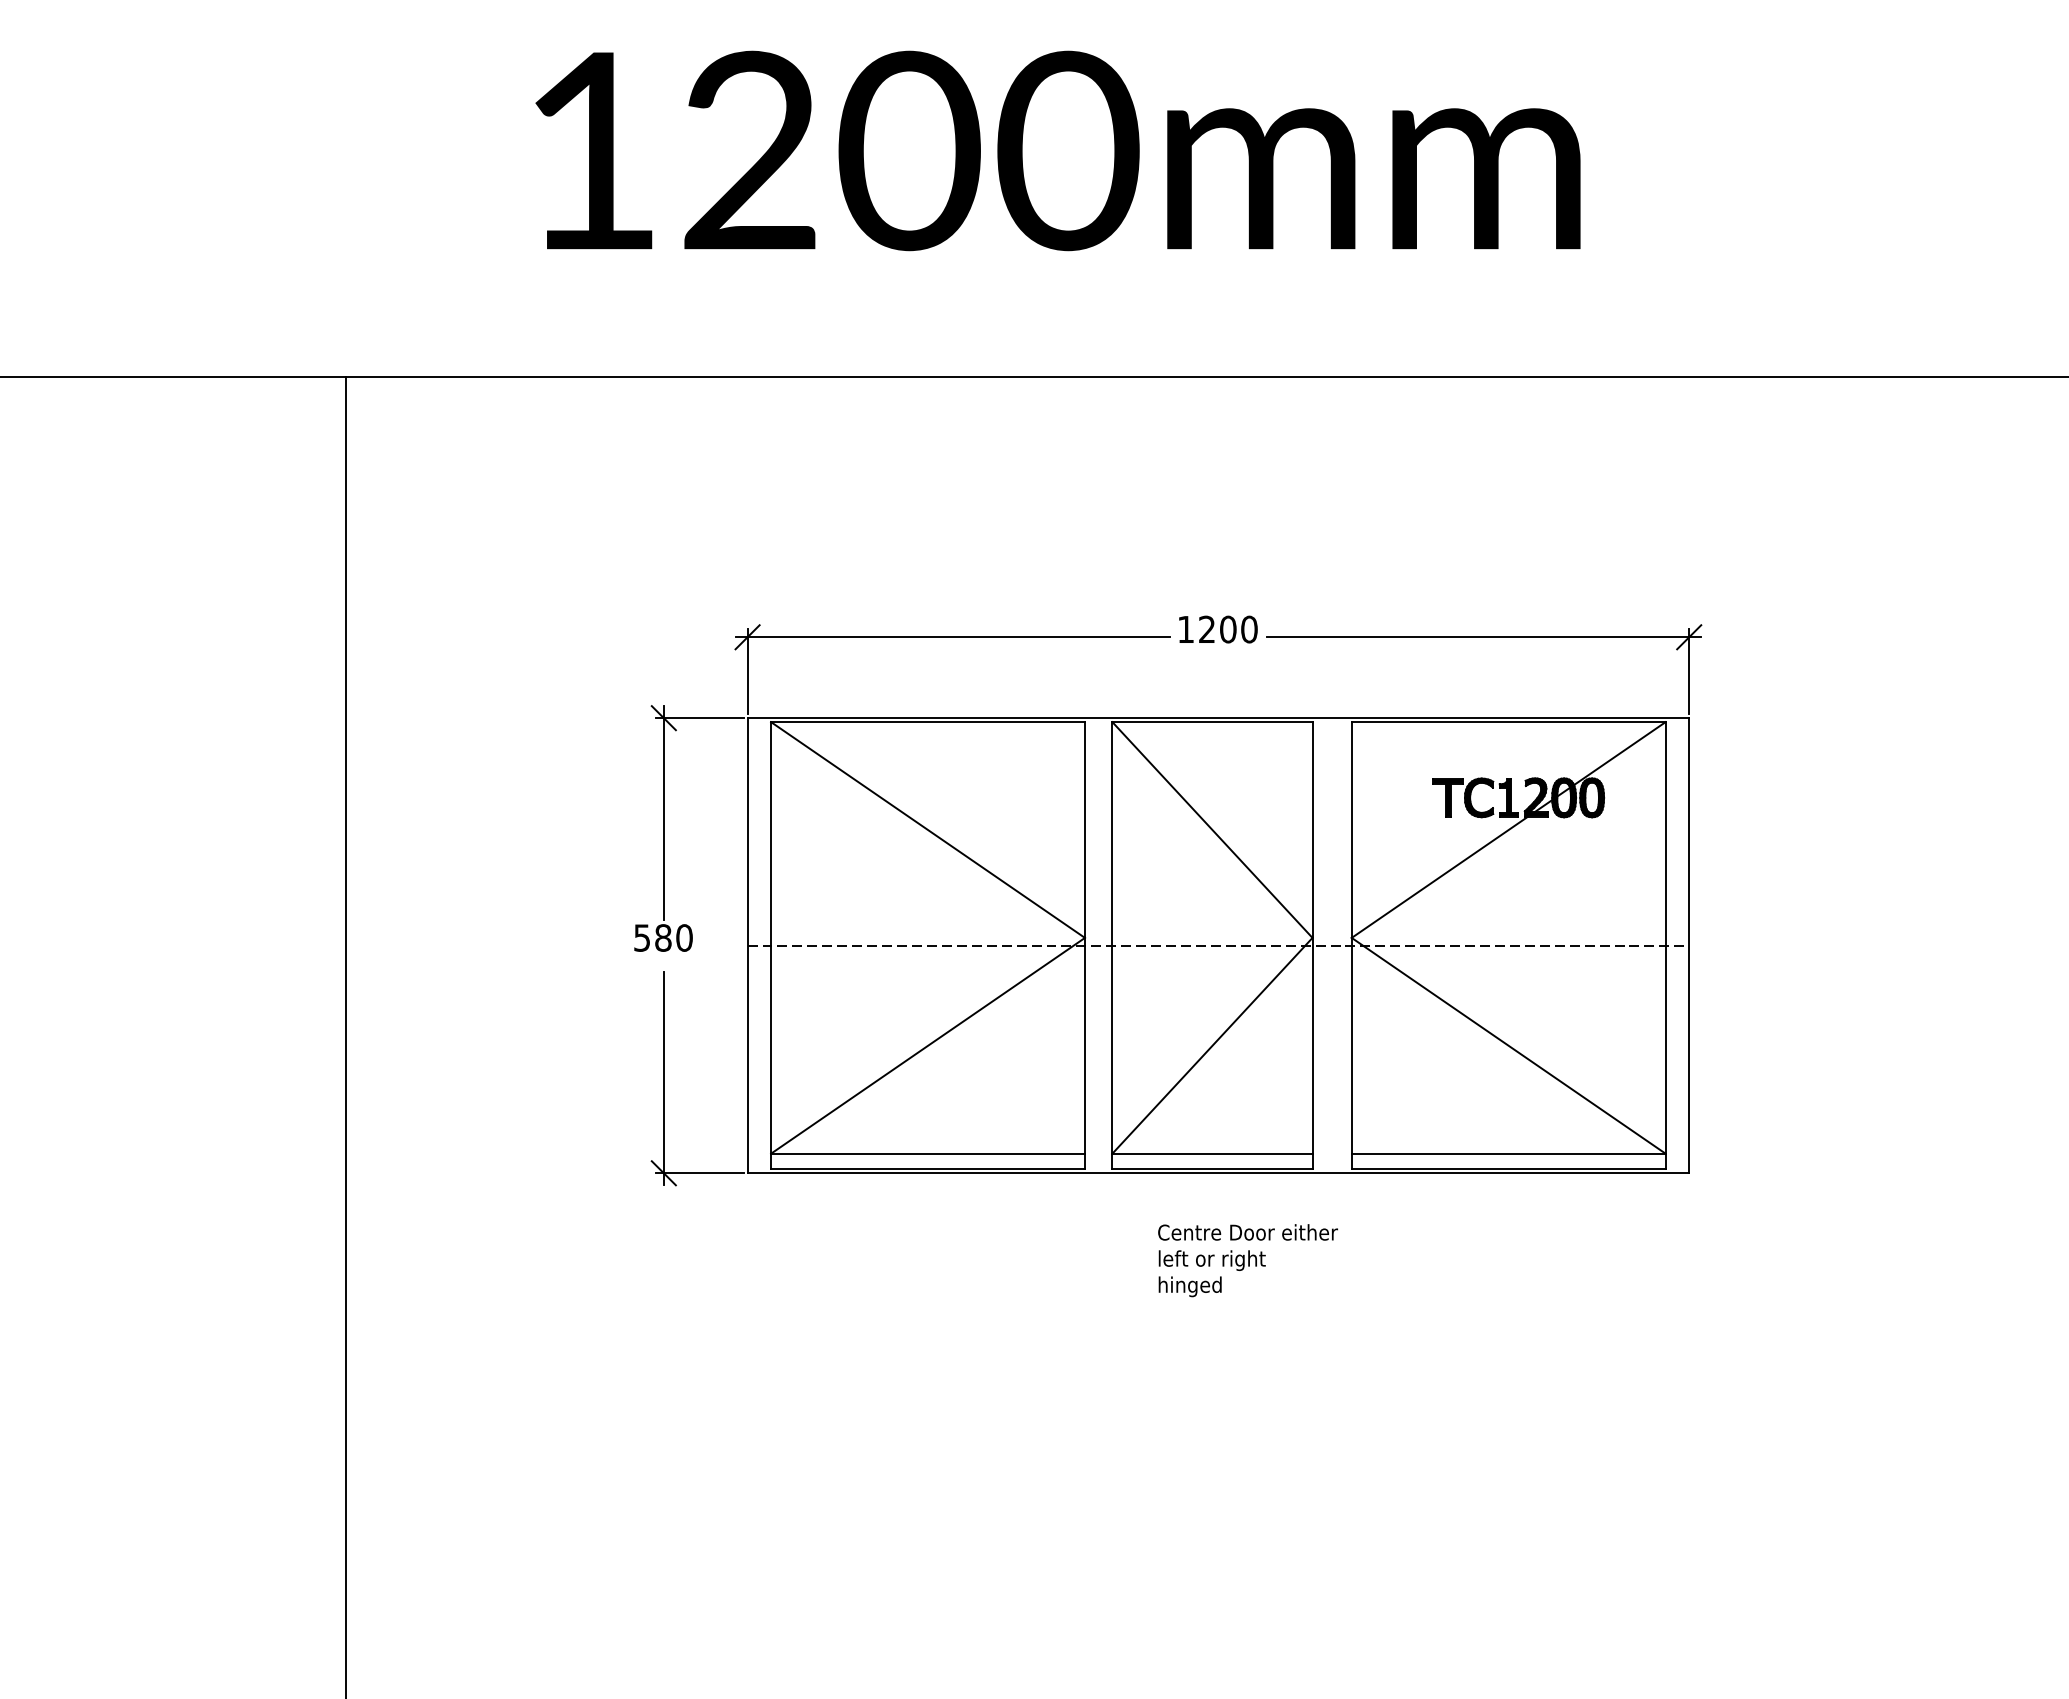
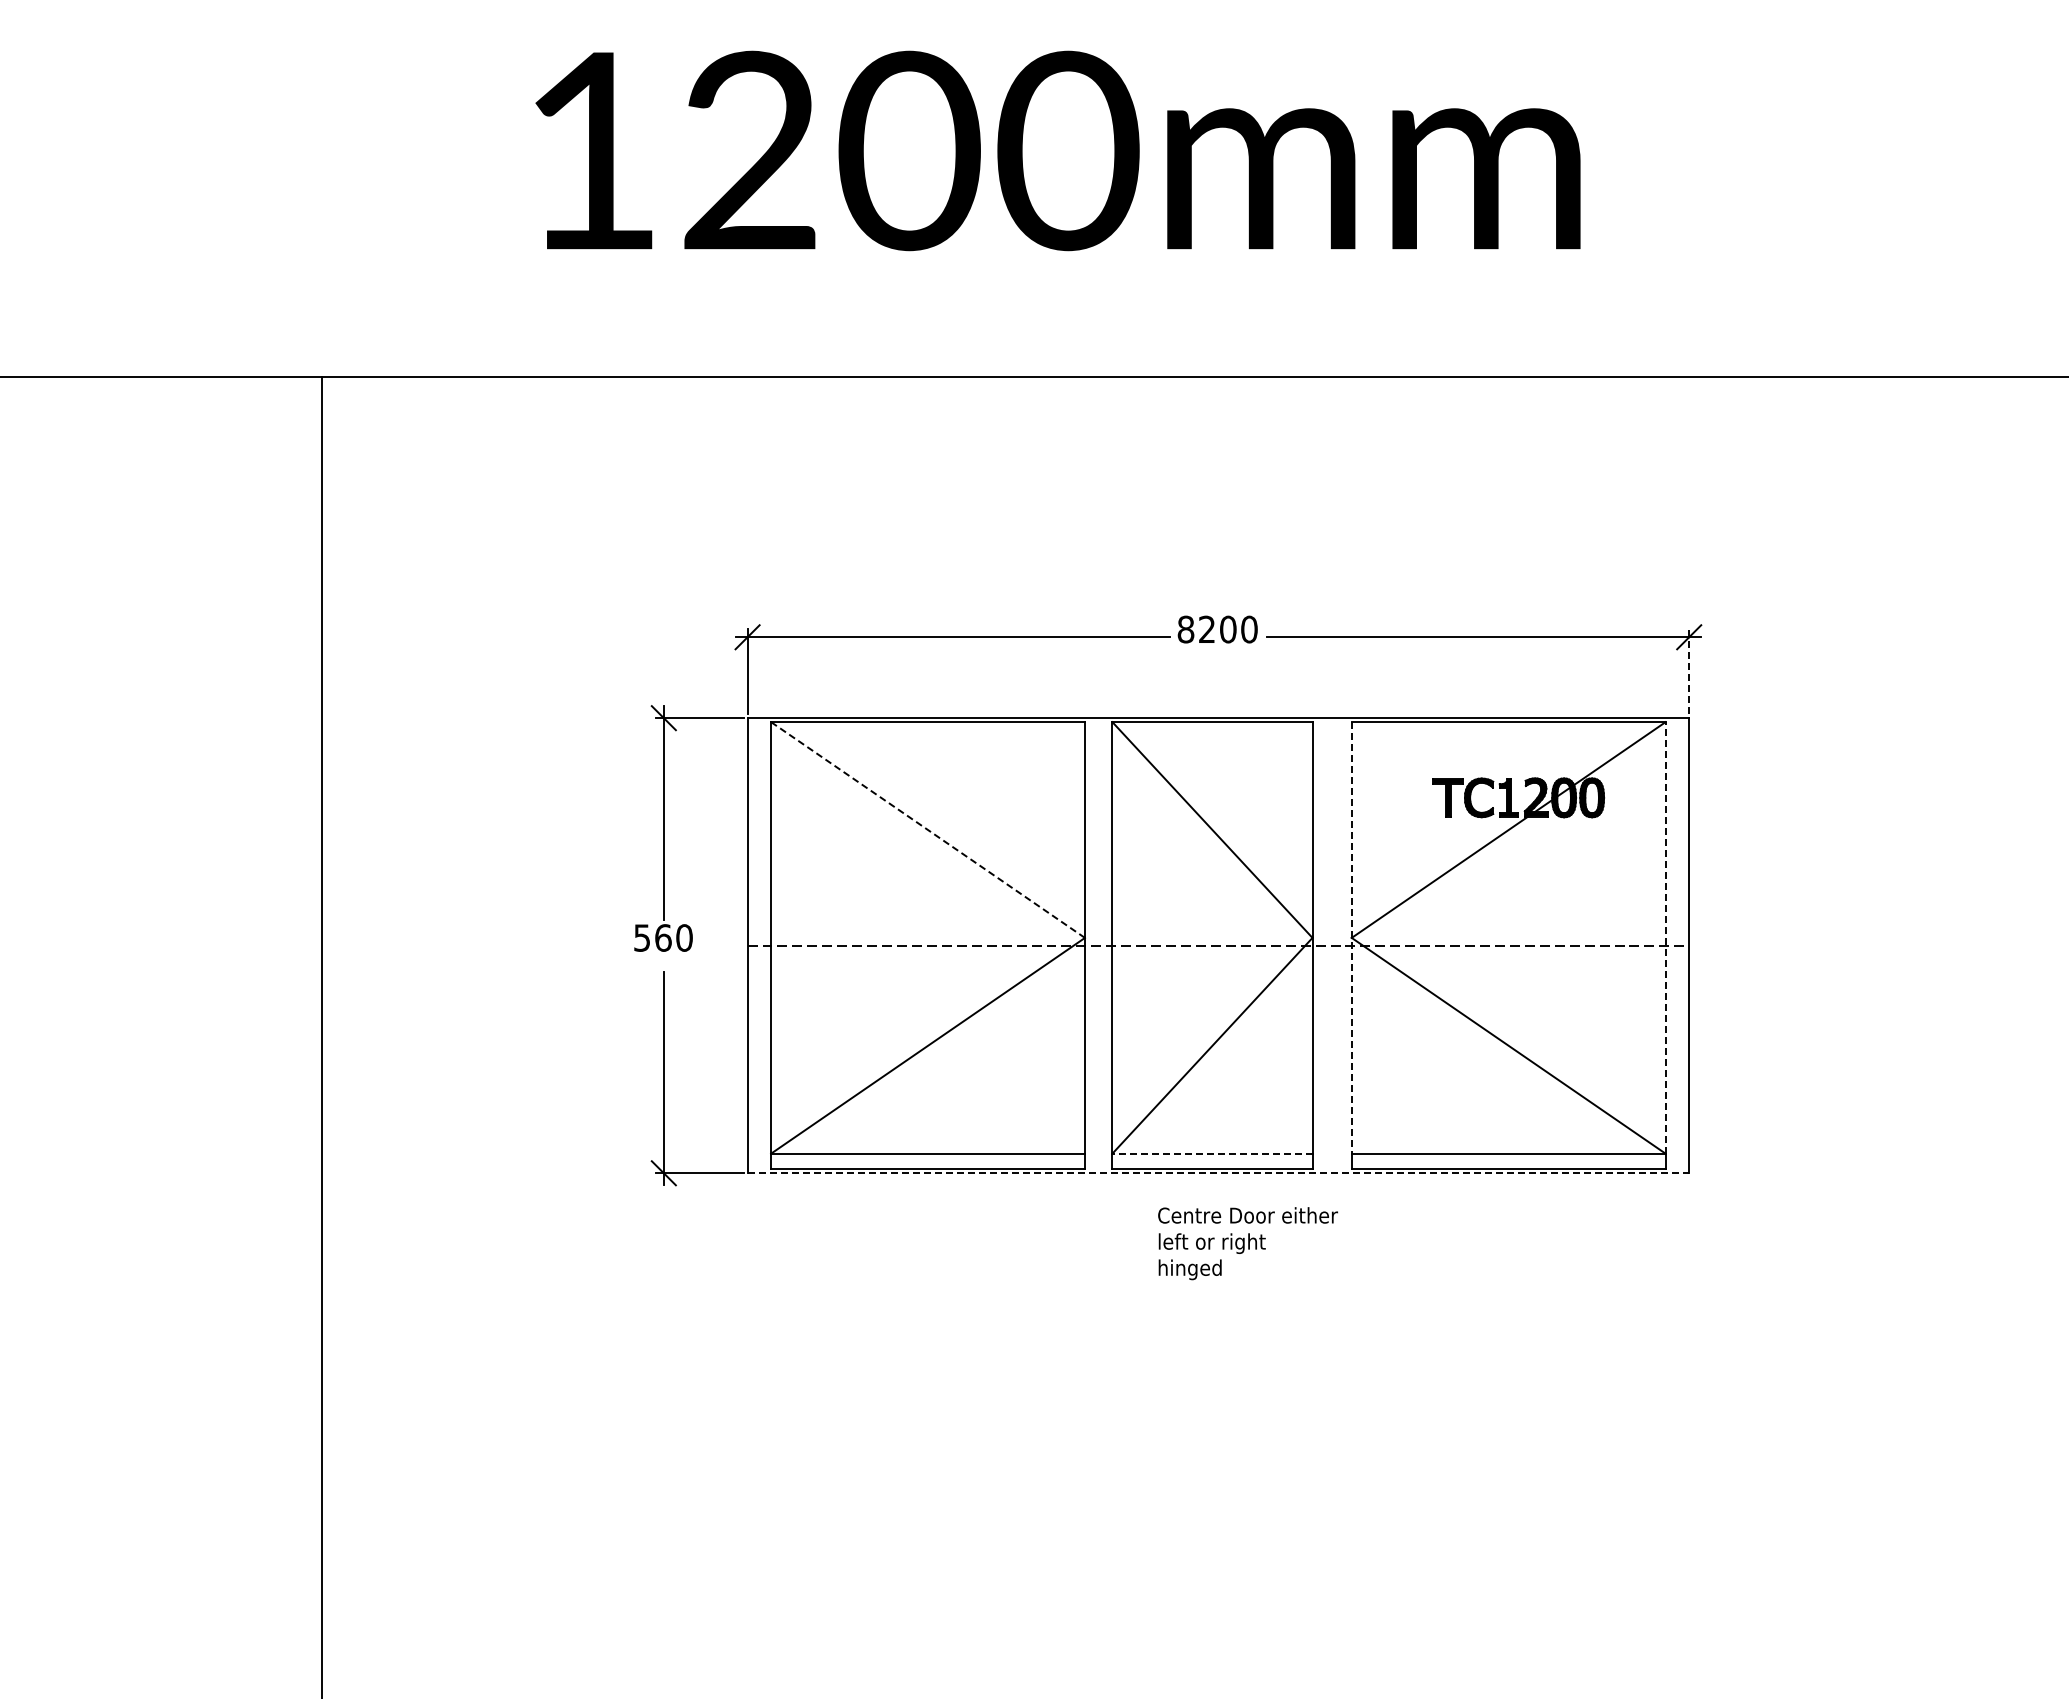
text at (1185, 629): 1200 -> 8200
line at (1689, 671): solid -> dashed
line at (928, 830): solid -> dashed
text at (663, 937): 580 -> 560
line at (1351, 937): solid -> dashed
line at (1665, 937): solid -> dashed
line at (345, 1036) position: (345, 1036) -> (321, 1036)
line at (1211, 1153): solid -> dashed
line at (1218, 1173): solid -> dashed
text at (1247, 1260) position: (1247, 1260) -> (1247, 1243)
